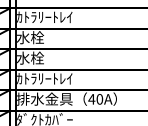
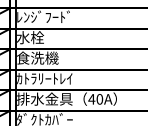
text at (44, 16): ｶﾄﾗﾘｰﾄﾚｲ -> ﾚﾝｼﾞﾌｰﾄﾞ
text at (37, 57): 水栓 -> 食洗機
